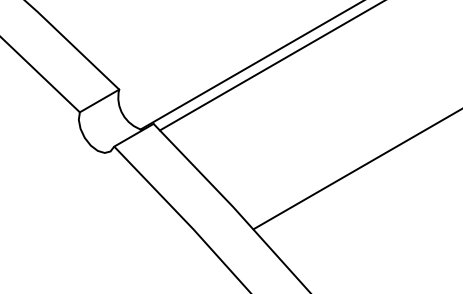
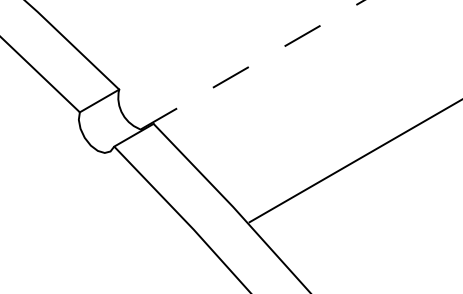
line at (252, 65): solid -> dashed
line at (270, 66): present -> none
line at (356, 169) position: (356, 169) -> (354, 161)
